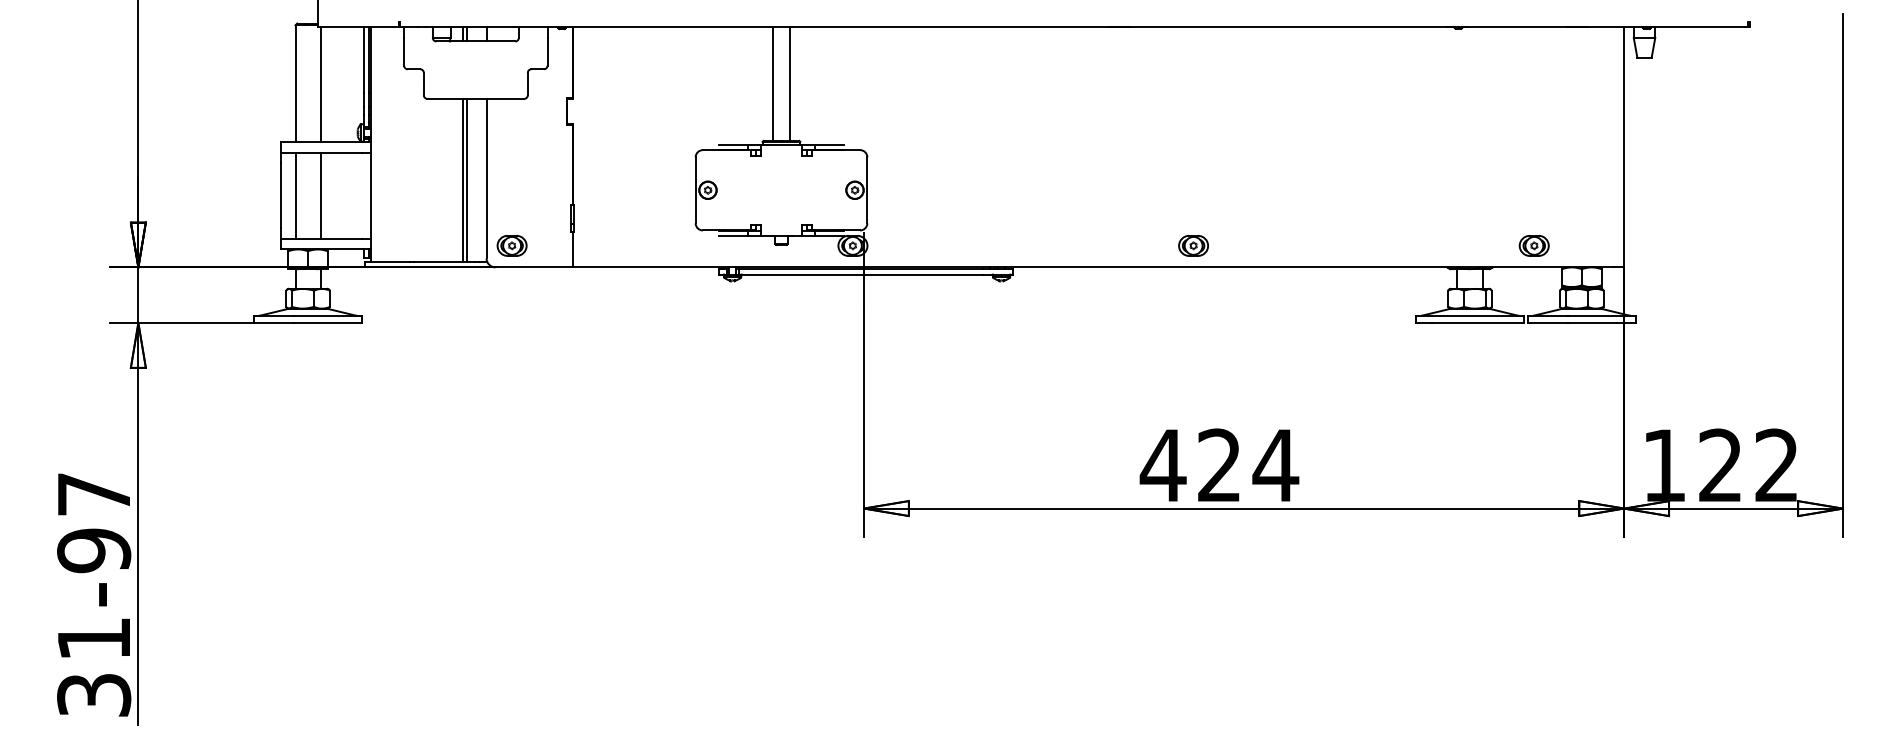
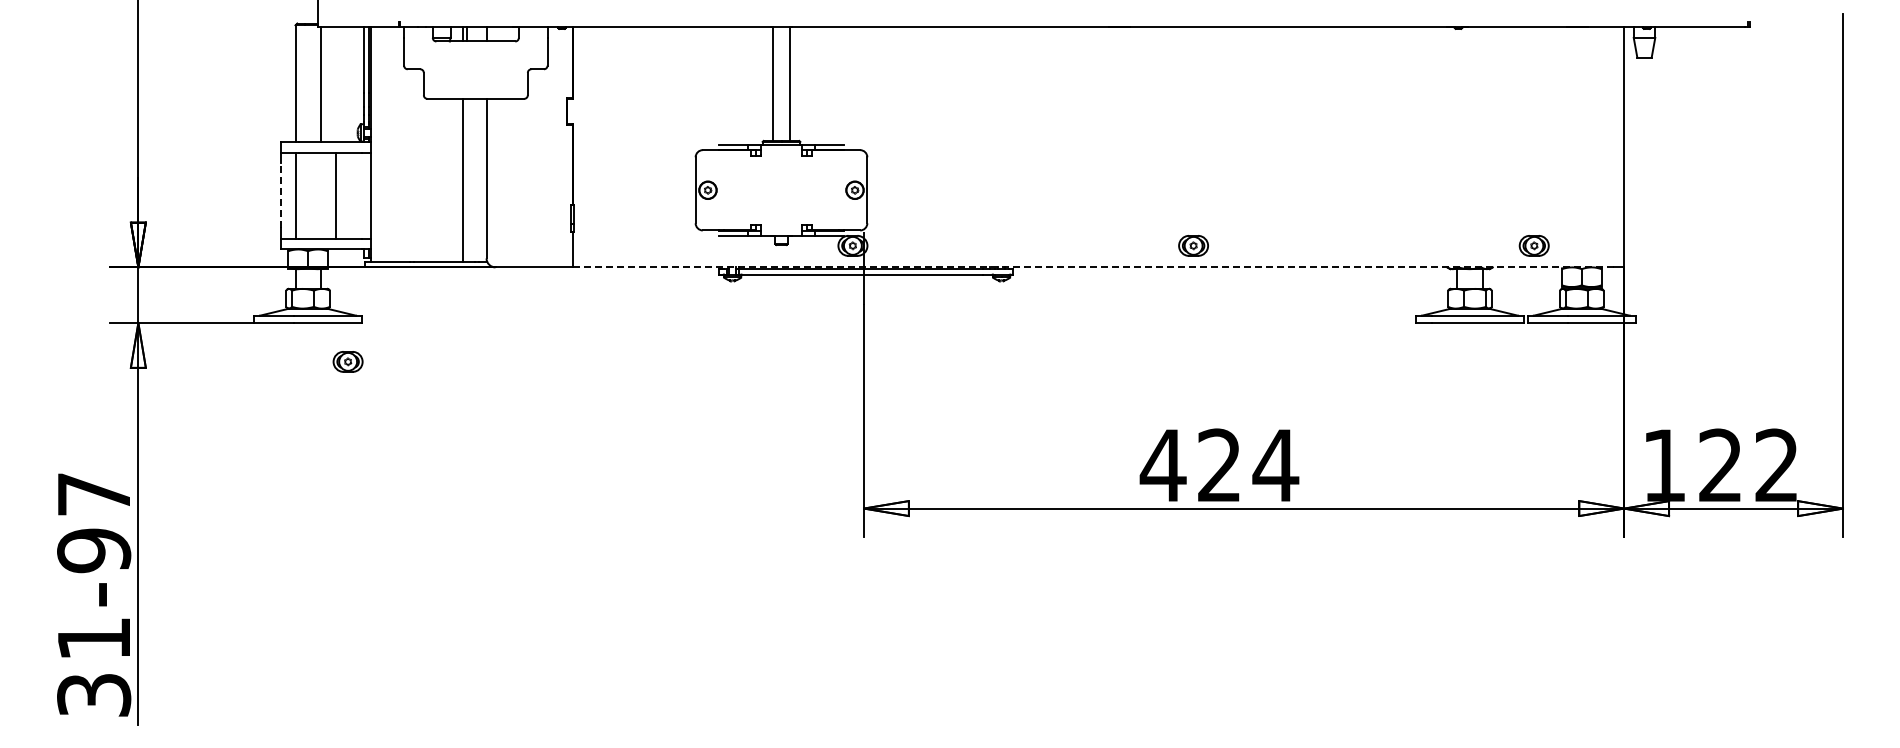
line at (466, 180): present -> none
line at (281, 195): solid -> dashed
line at (320, 195) position: (320, 195) -> (335, 195)
part at (511, 245) position: (511, 245) -> (347, 361)
line at (1093, 267): solid -> dashed
